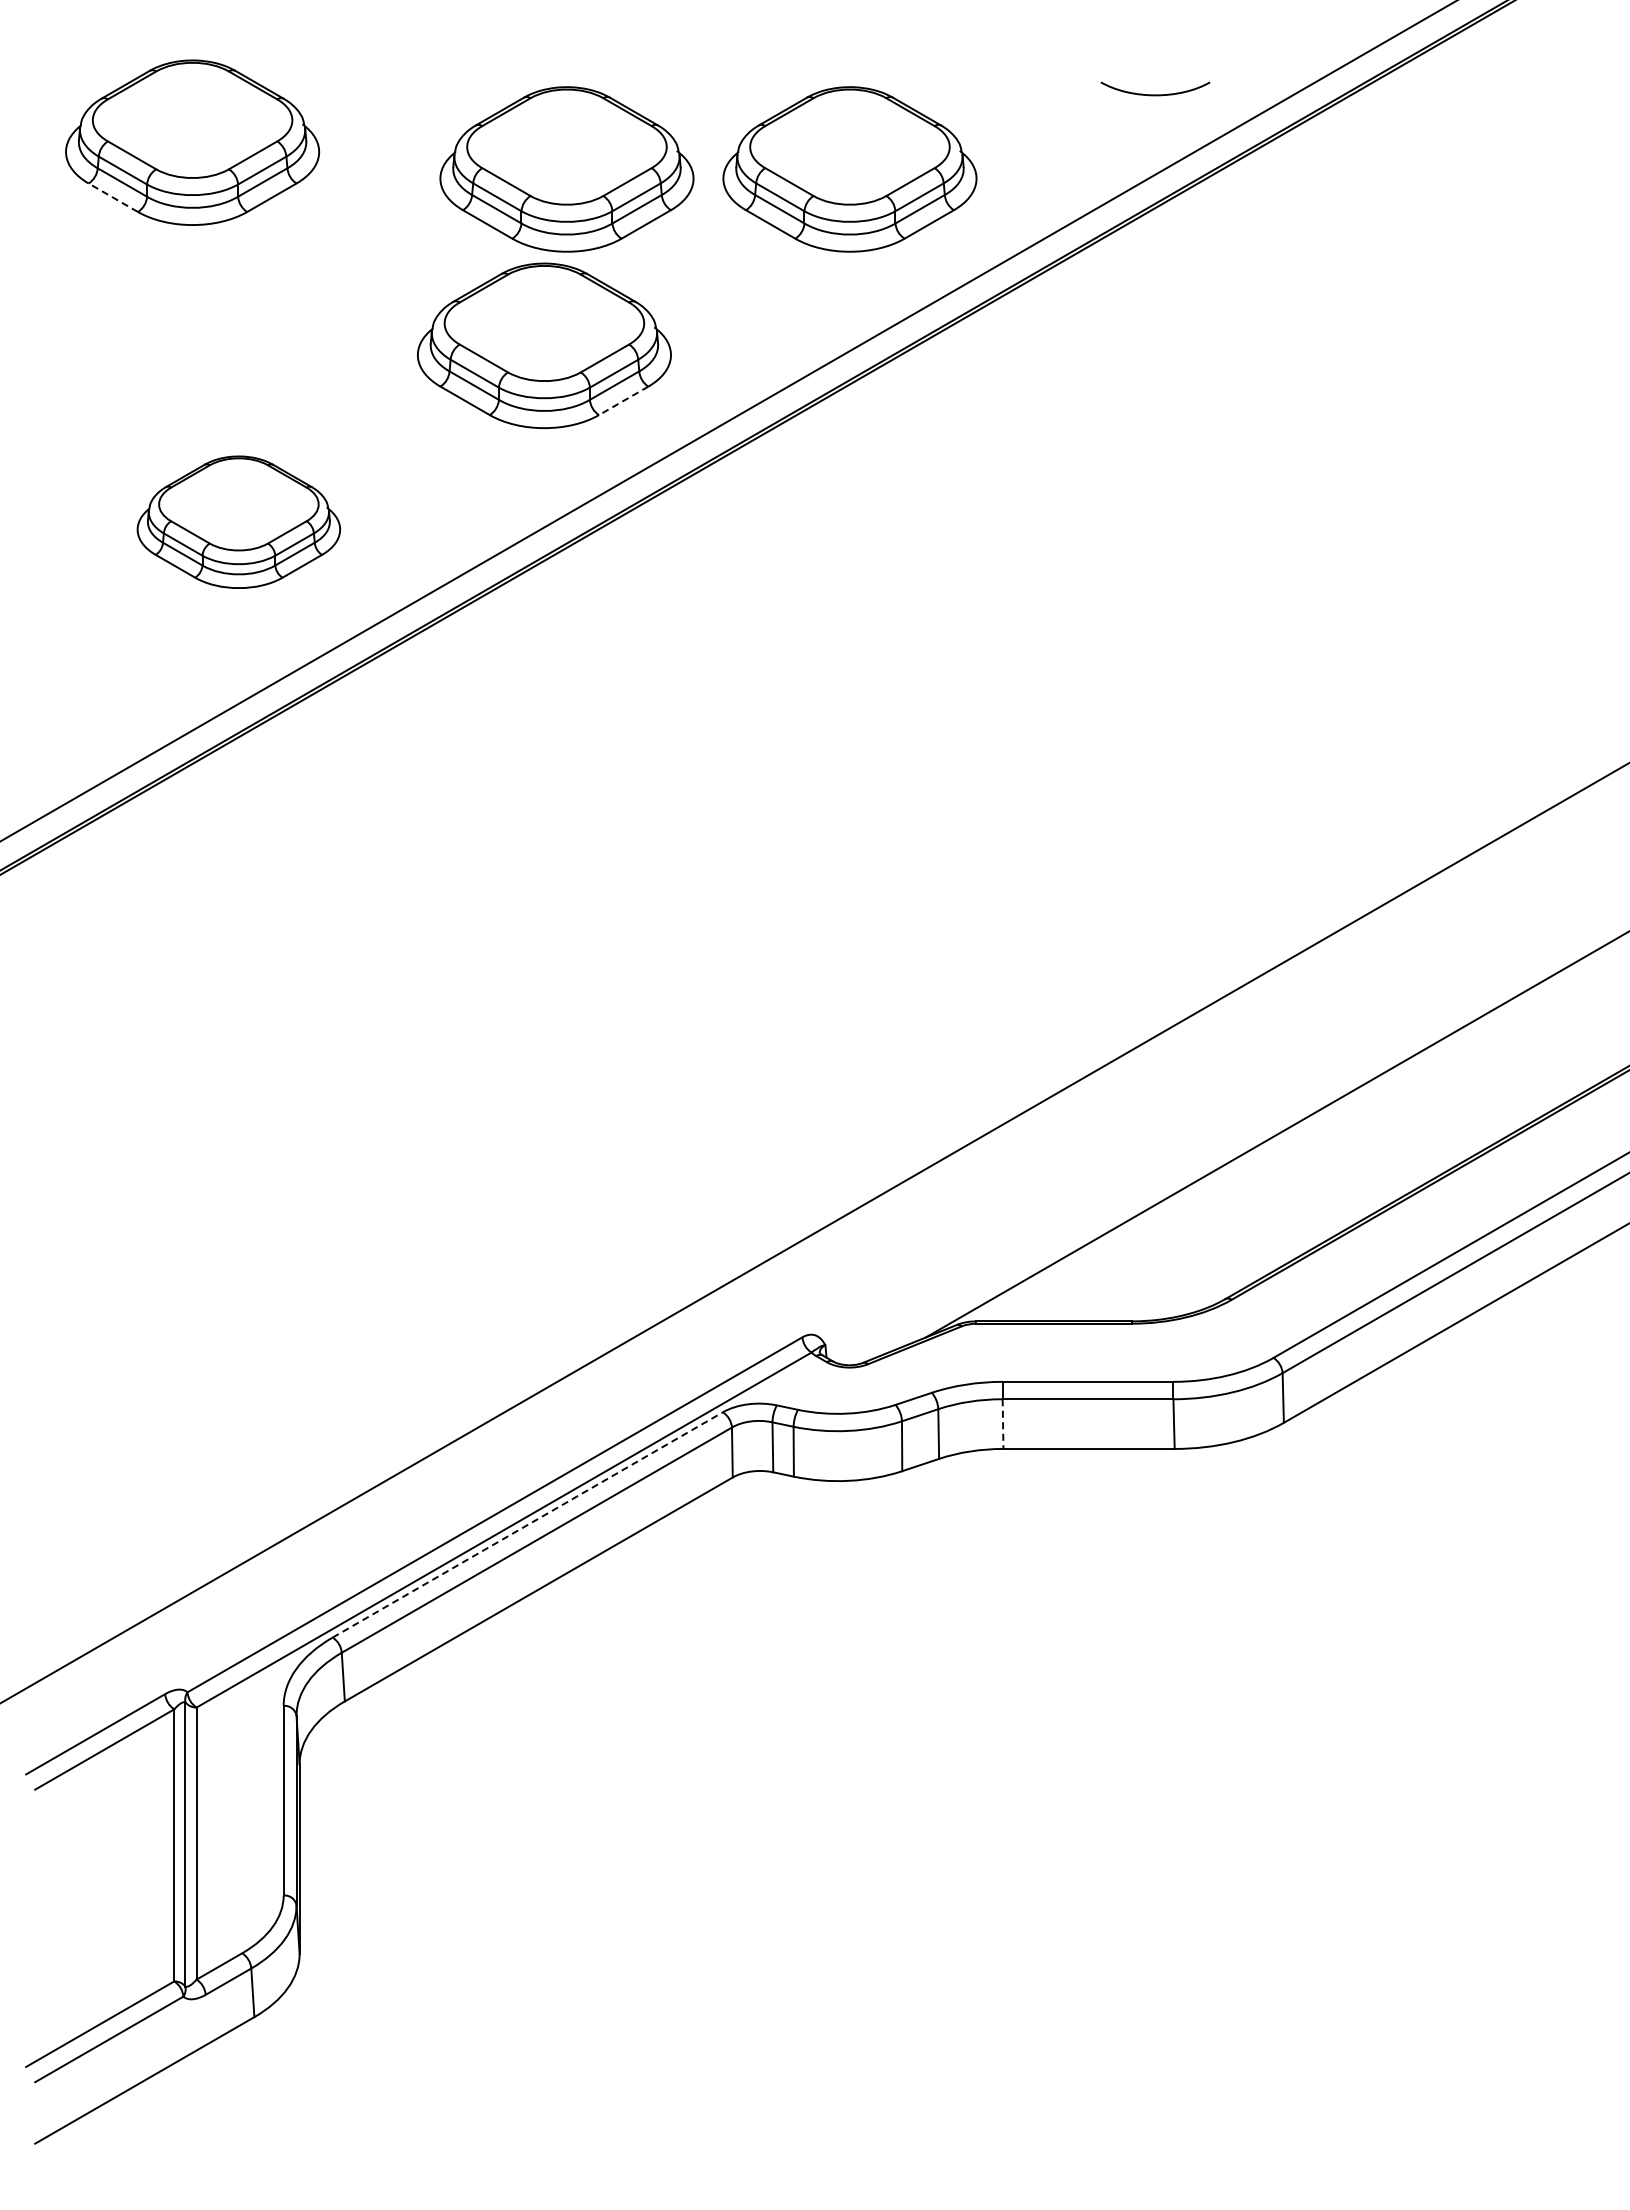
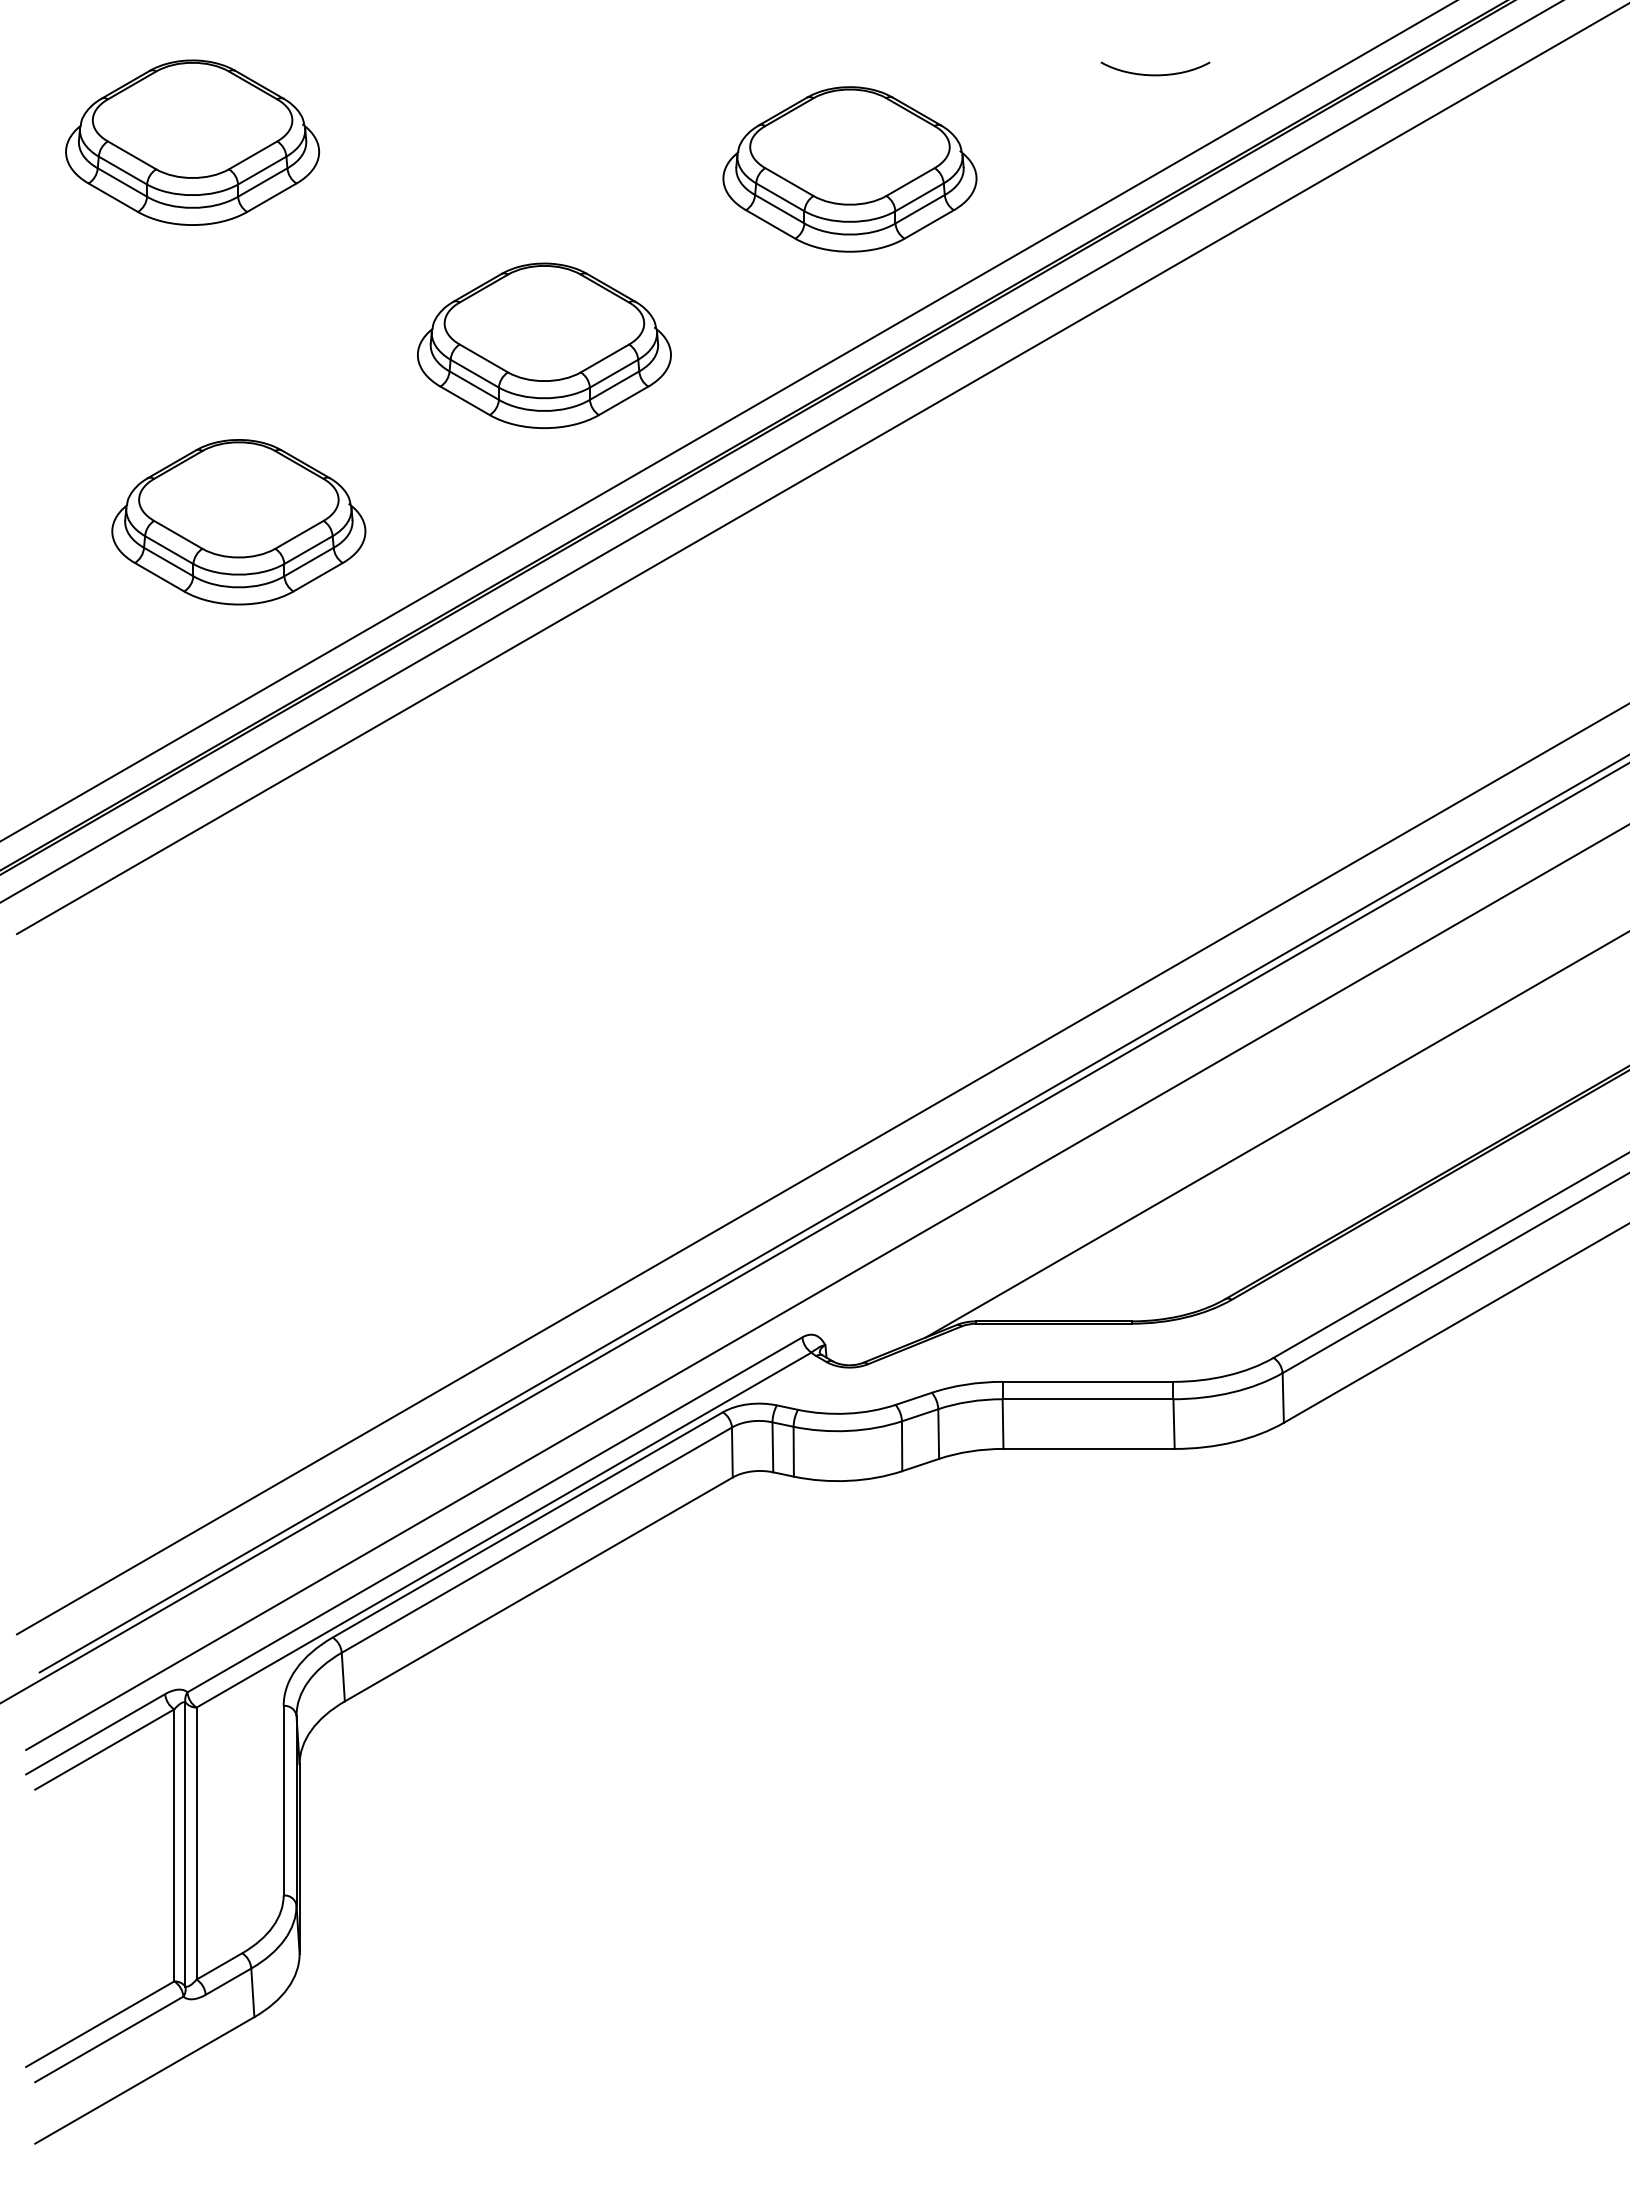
curve at (1155, 94) position: (1155, 94) -> (1155, 74)
part at (566, 169): present -> none
line at (112, 197): dashed -> solid
line at (623, 401): dashed -> solid
line at (781, 451): none -> present
line at (821, 469): none -> present
part at (238, 521) size: 205x134 px -> 256x167 px
line at (821, 1169): none -> present
line at (832, 1214): none -> present
line at (826, 1287): none -> present
line at (1003, 1424): dashed -> solid
line at (528, 1524): dashed -> solid
